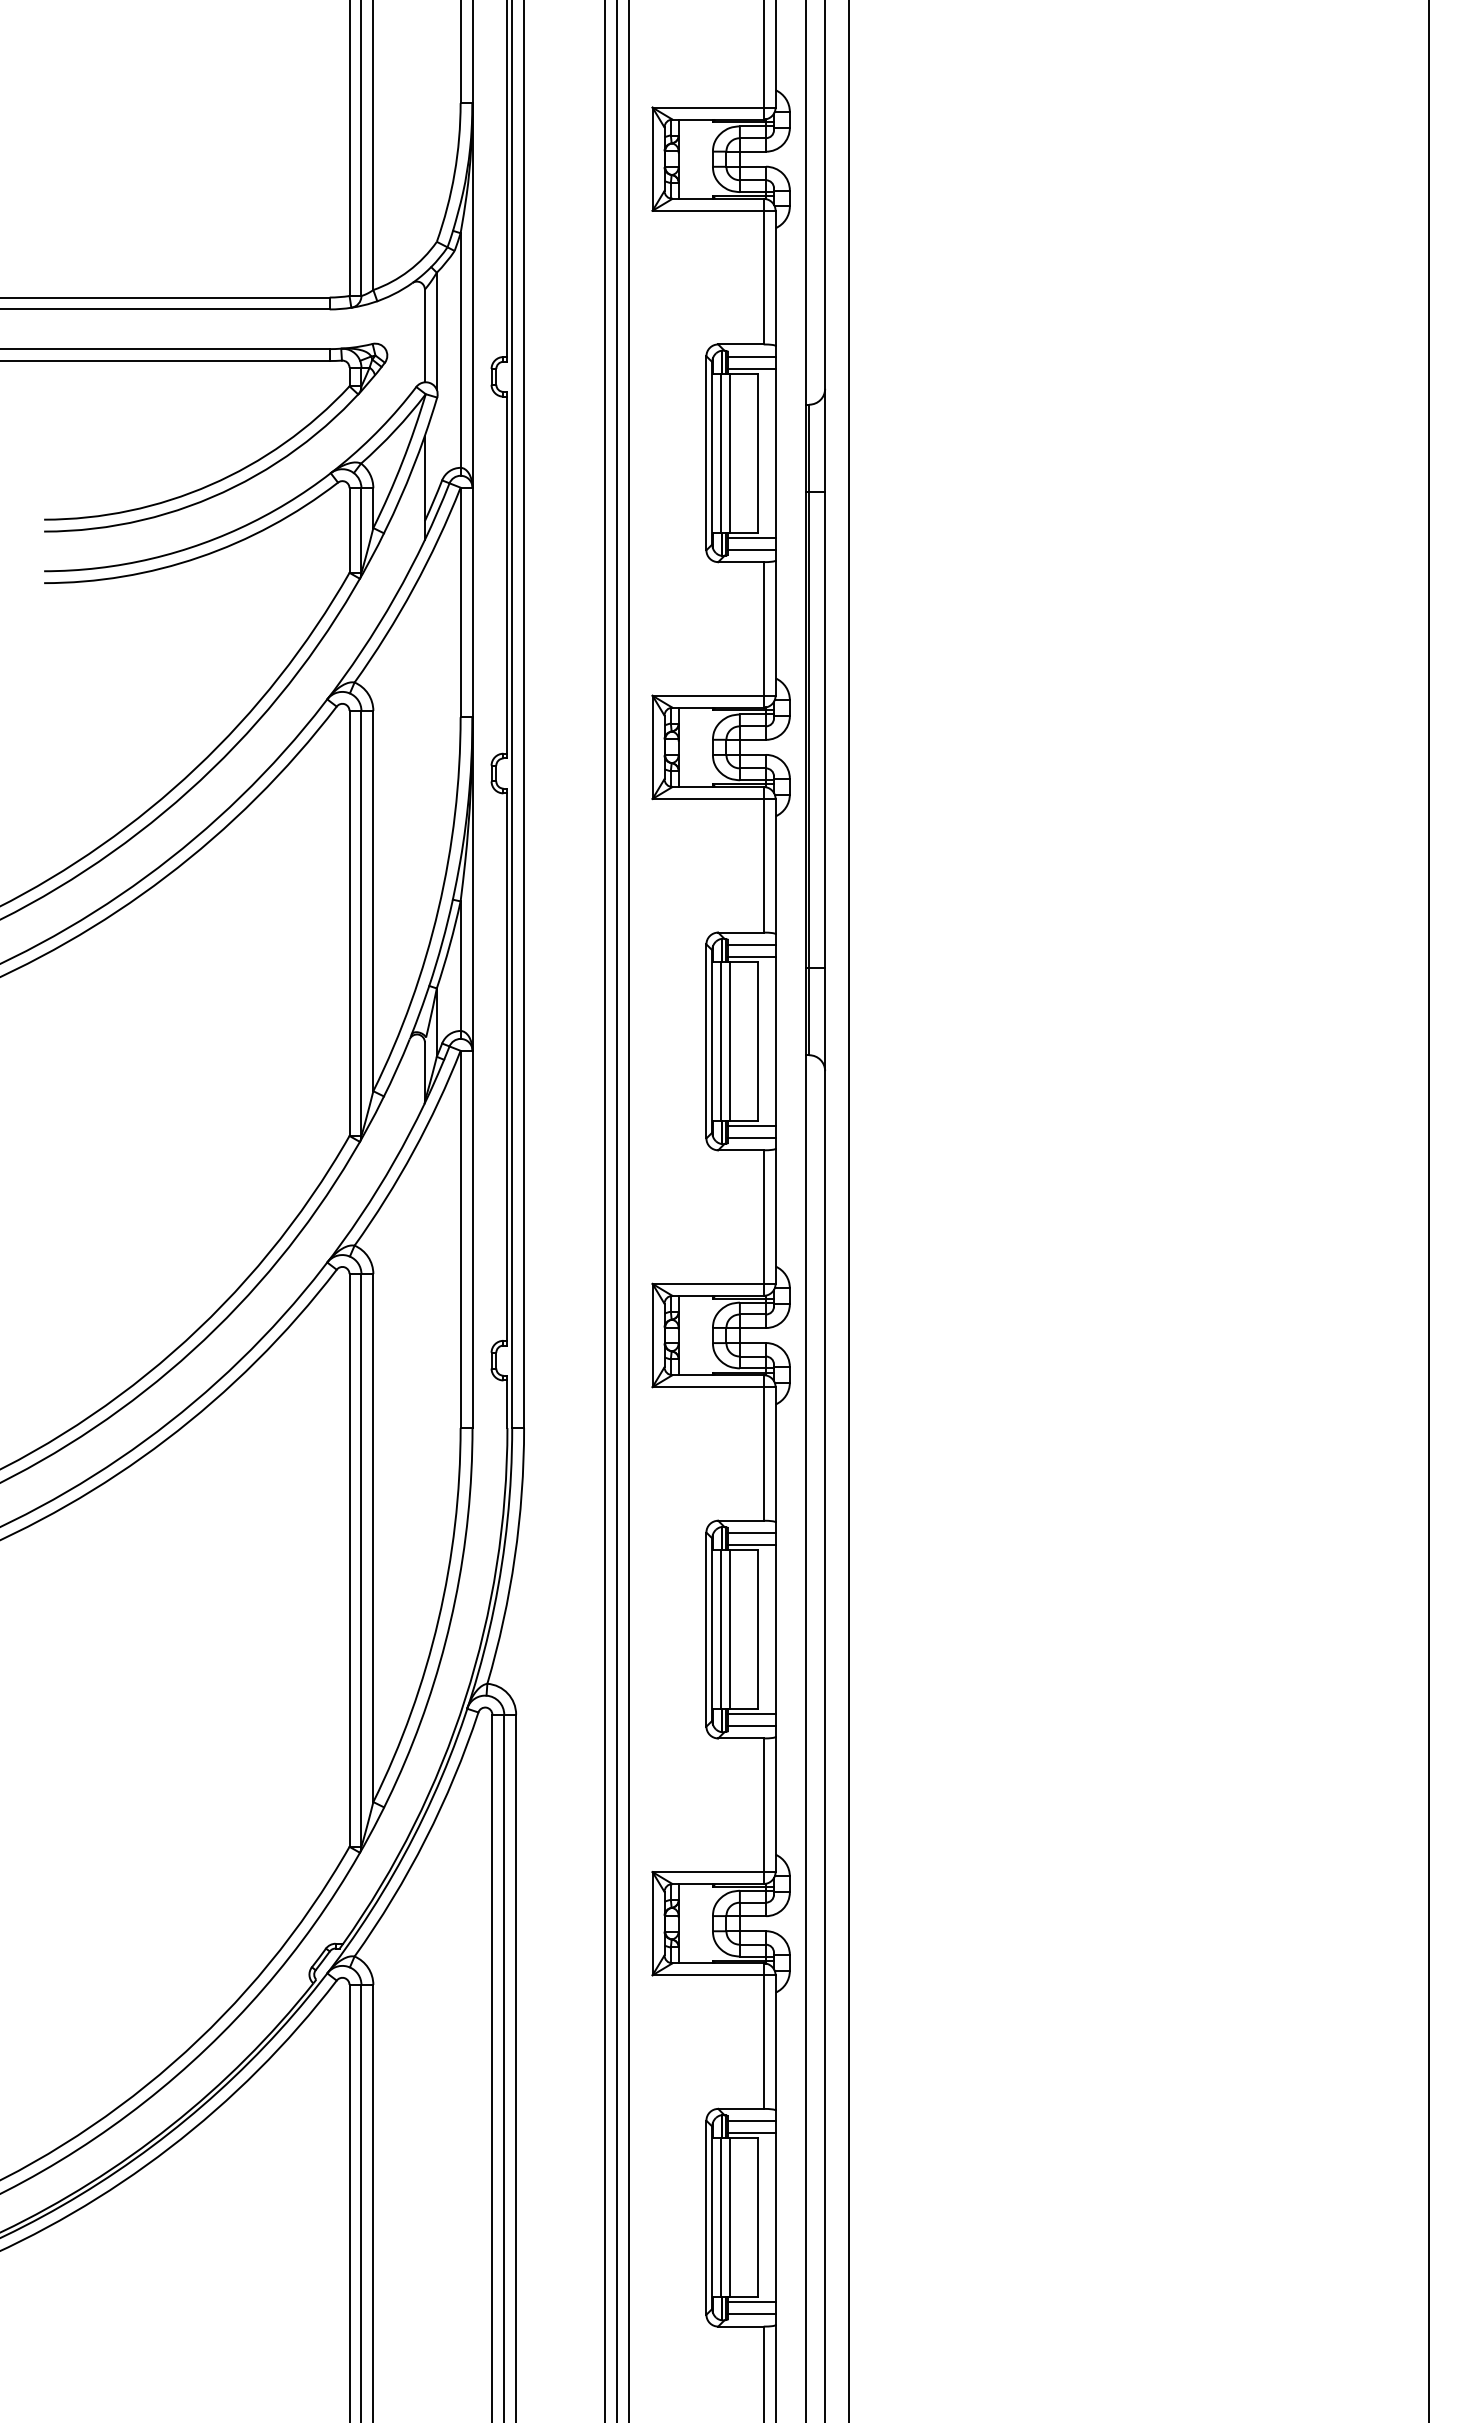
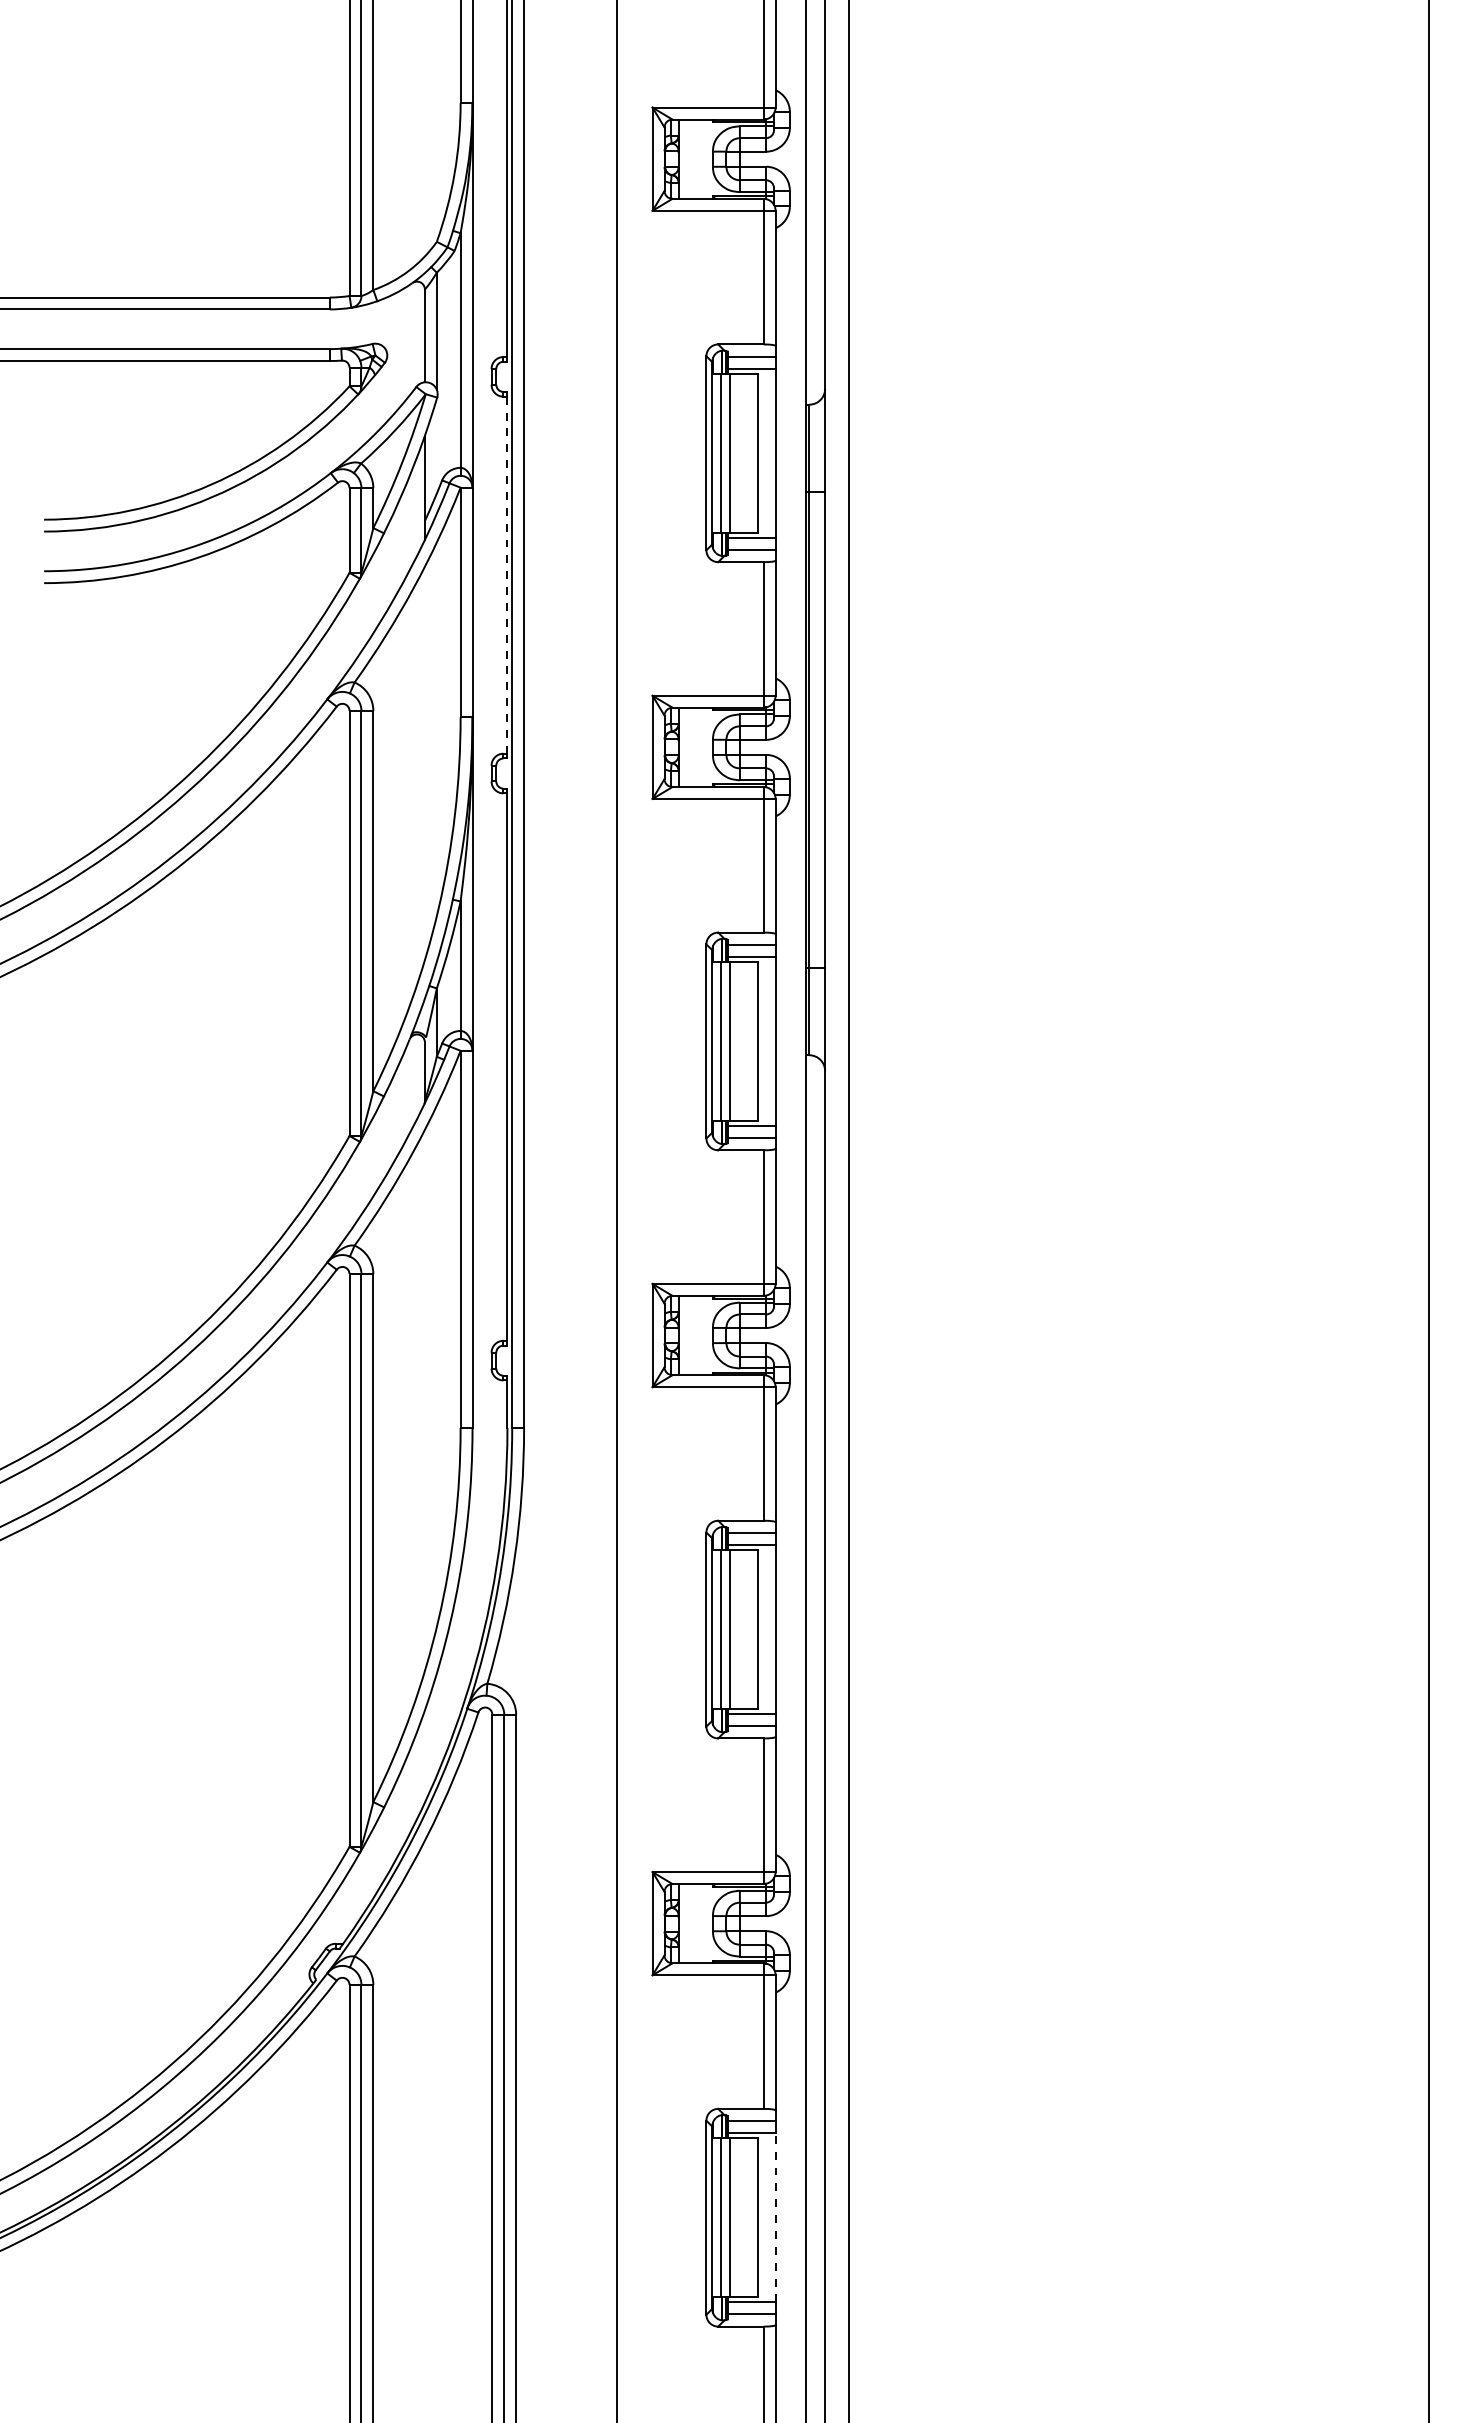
line at (507, 575): solid -> dashed
line at (605, 1210): present -> none
line at (628, 1210): present -> none
line at (775, 2217): solid -> dashed
